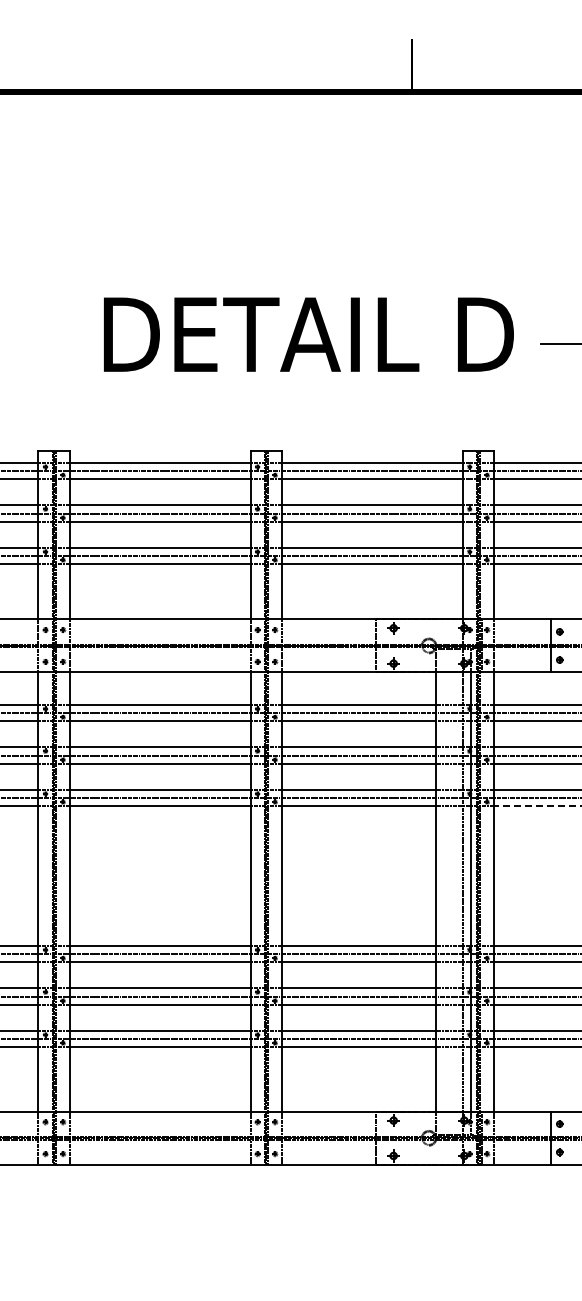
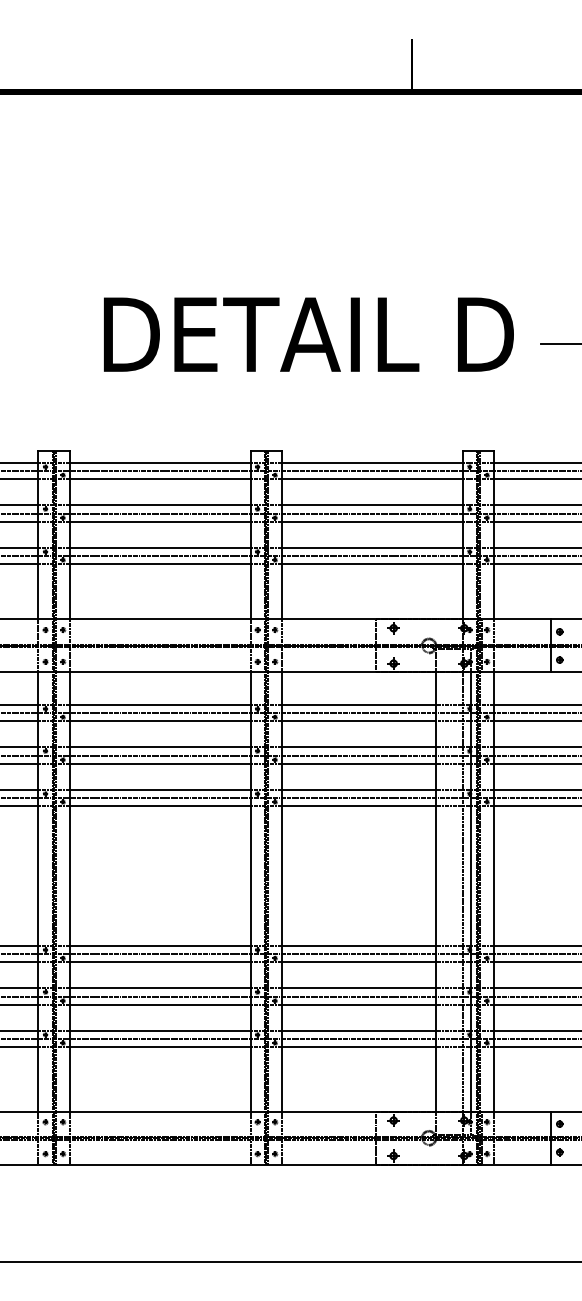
line at (538, 806): dashed -> solid
line at (290, 1261): none -> present
